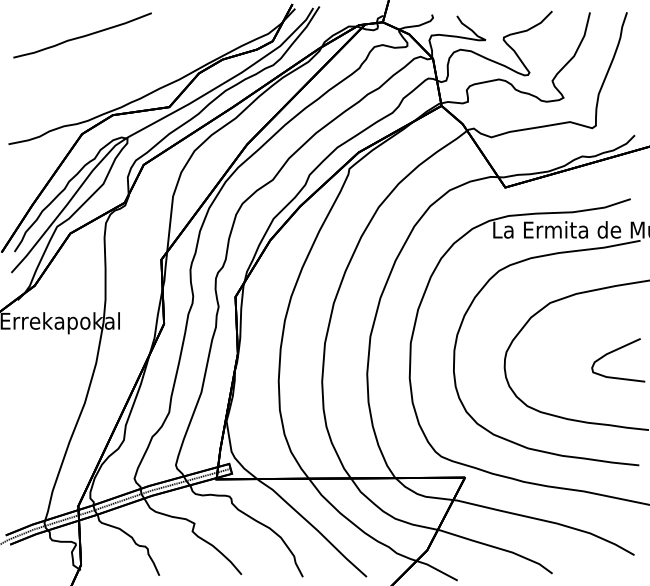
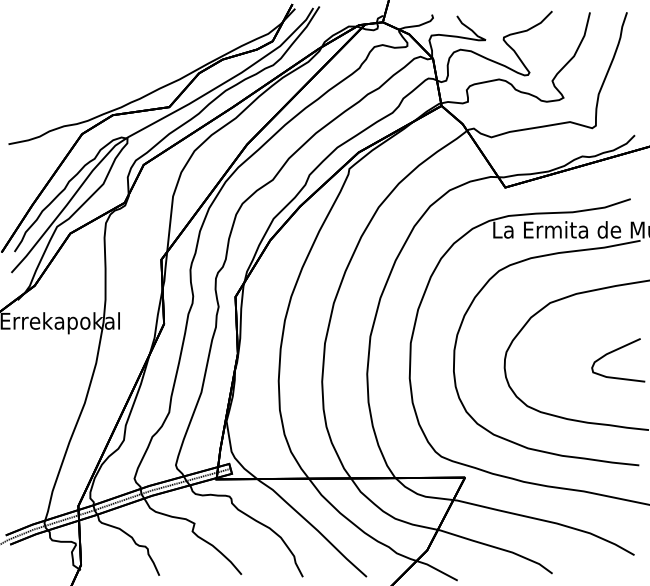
curve at (82, 35): present -> none
